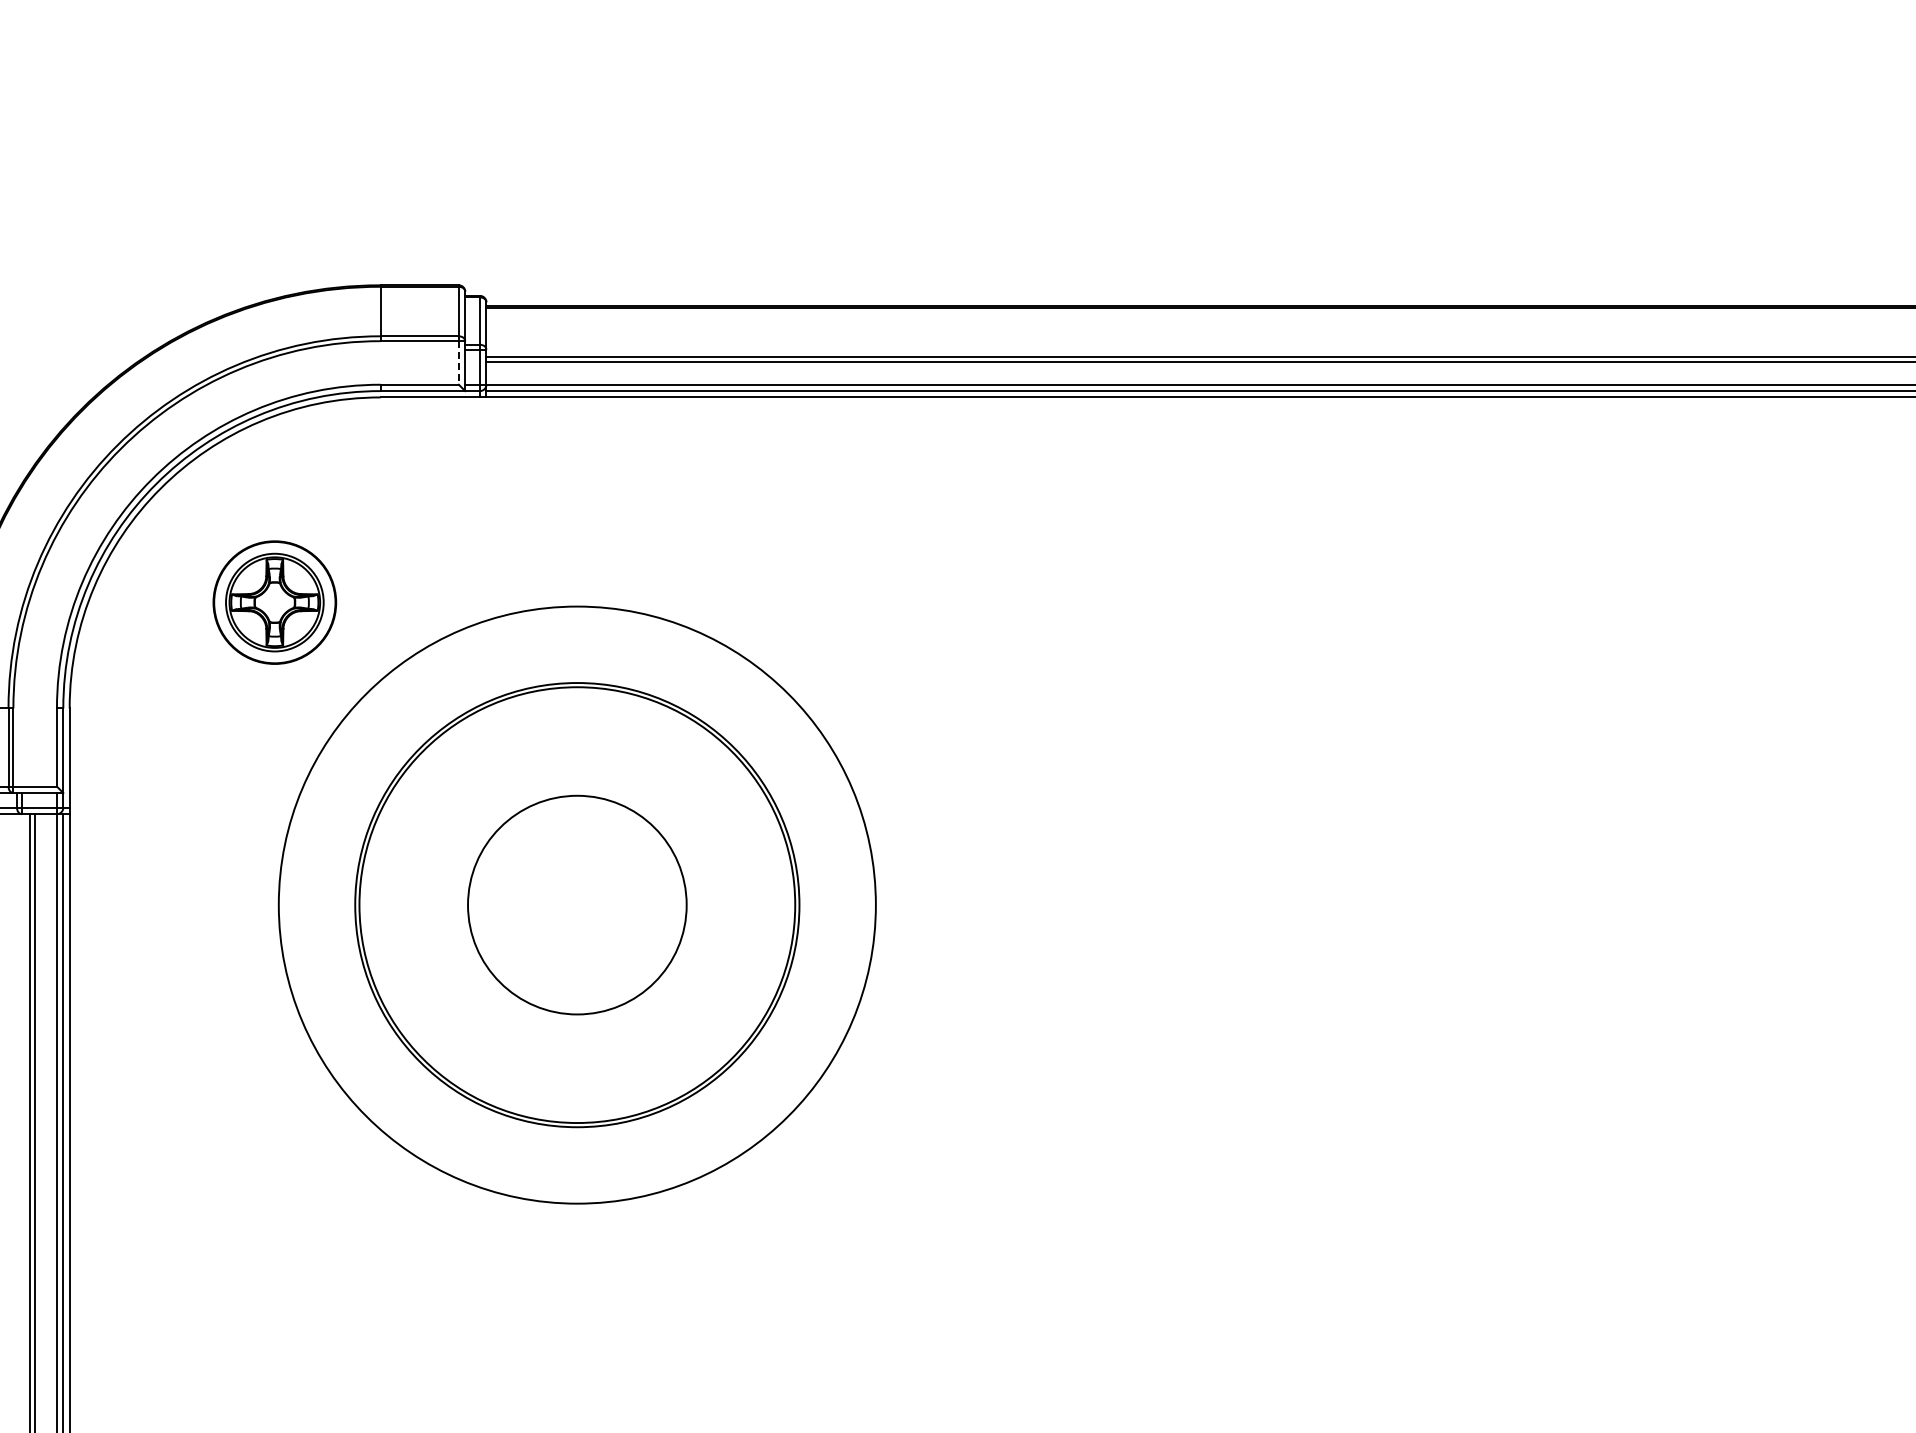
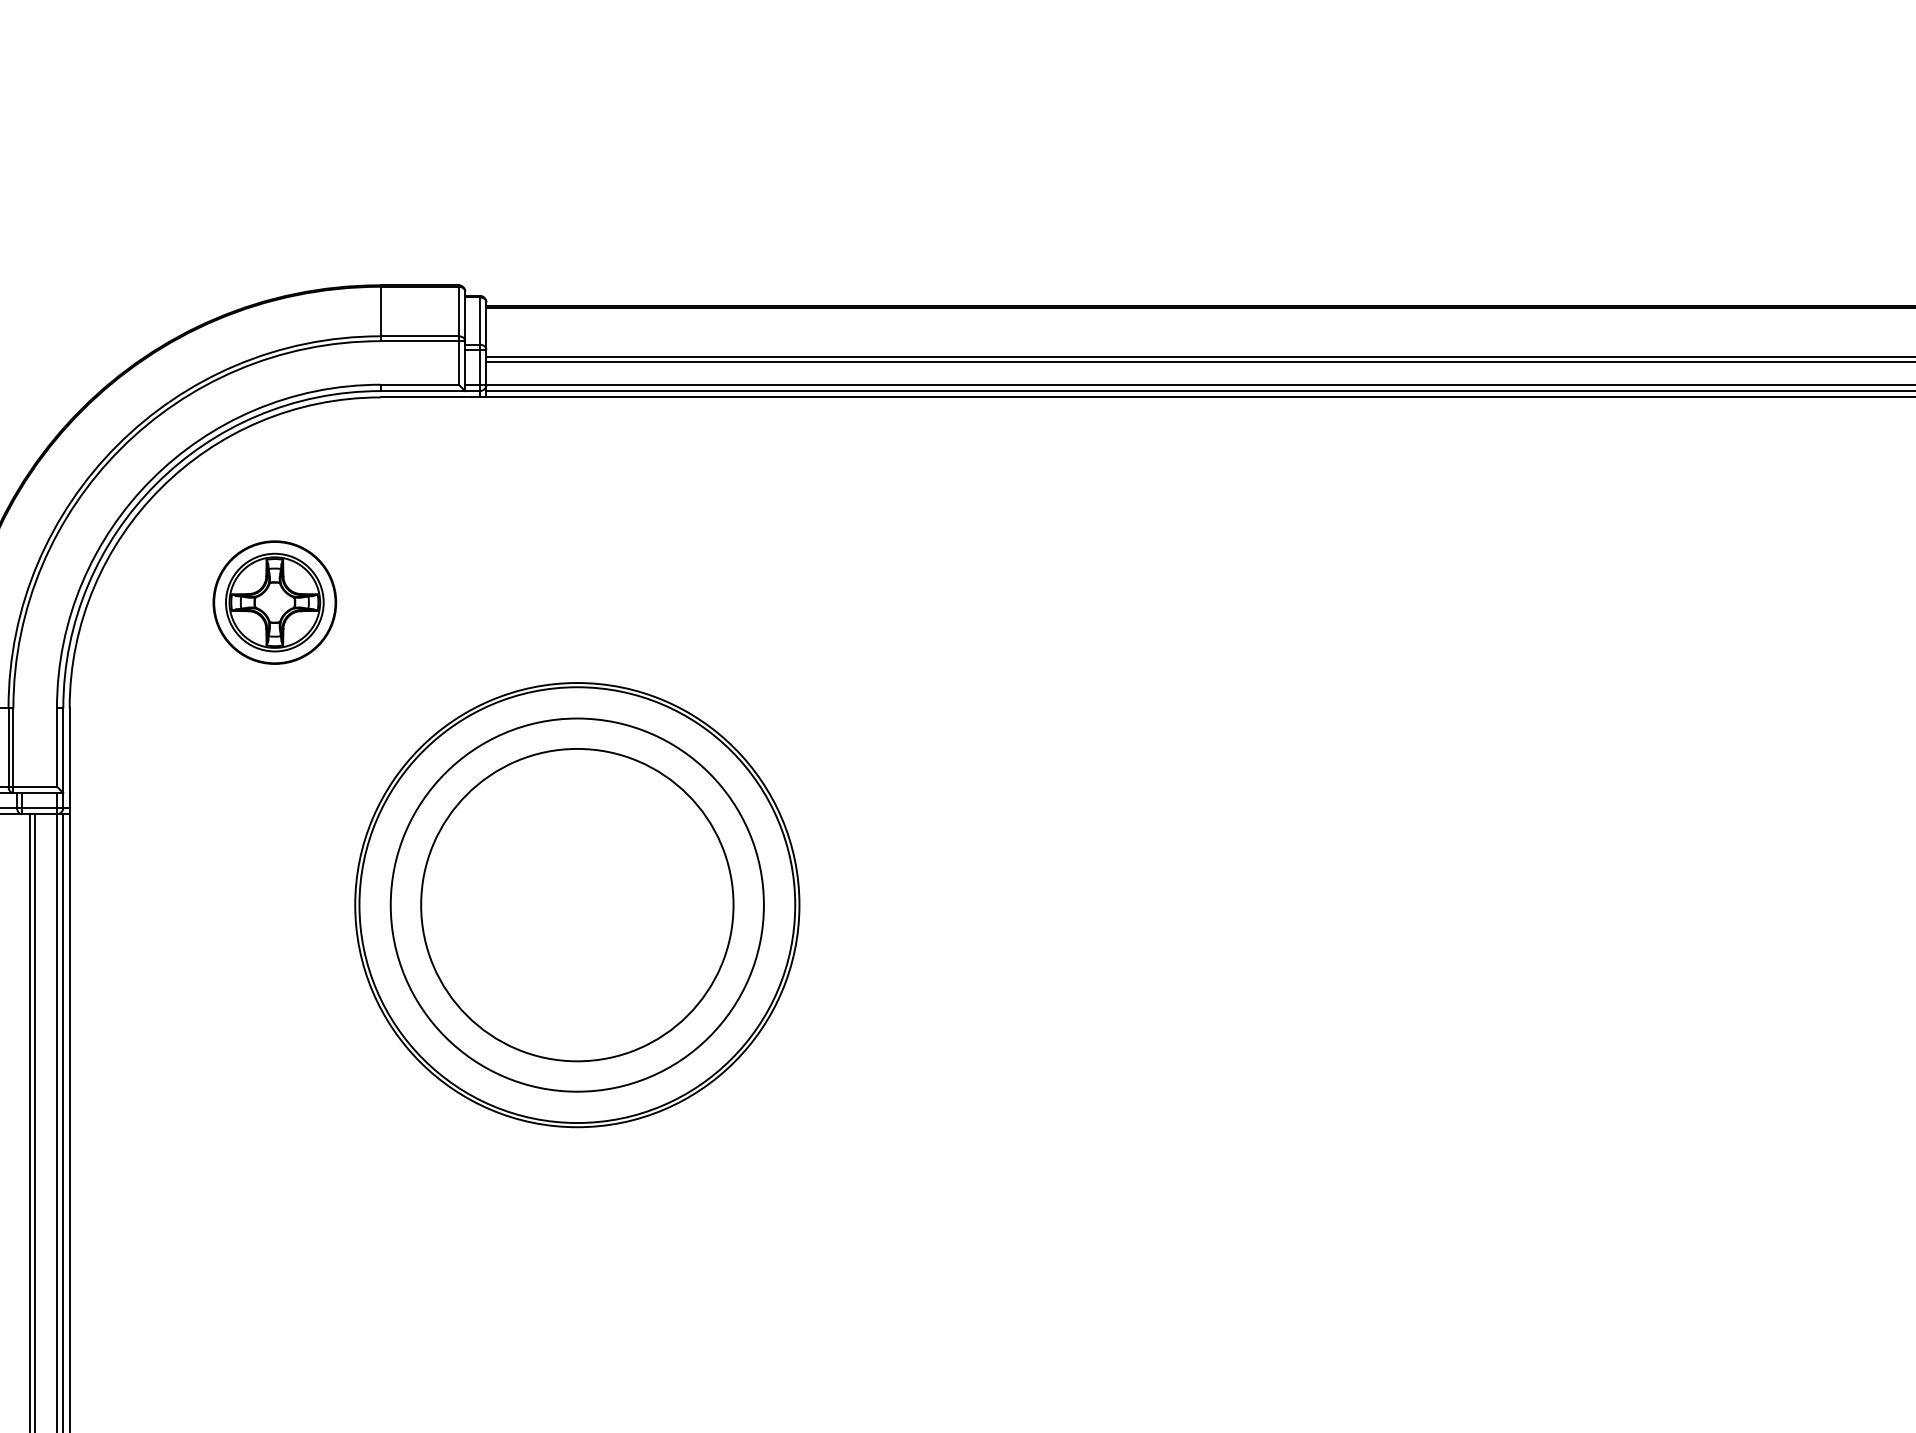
line at (458, 362): dashed -> solid
circle at (576, 904) diameter: 597 px -> 373 px
circle at (577, 904) diameter: 219 px -> 312 px
